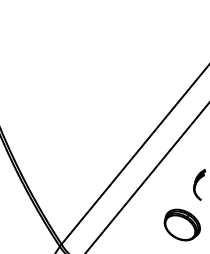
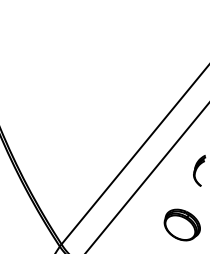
part at (199, 184) position: (199, 184) -> (199, 170)
